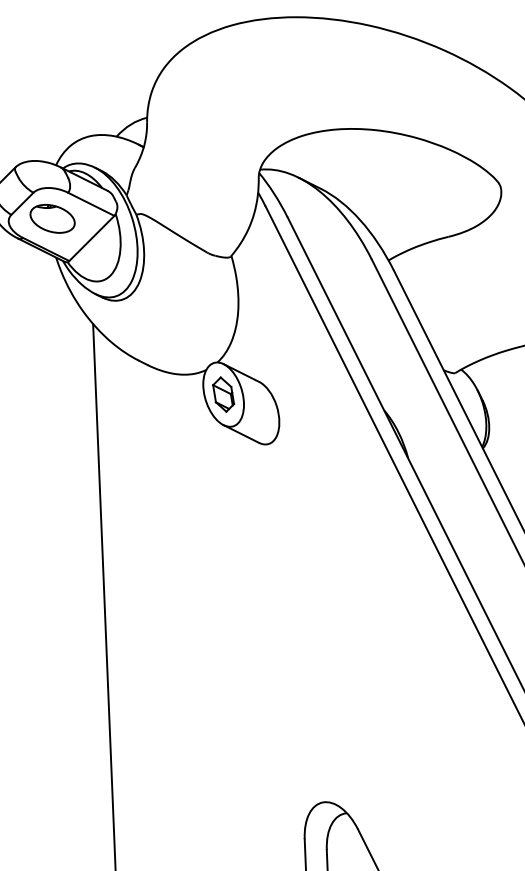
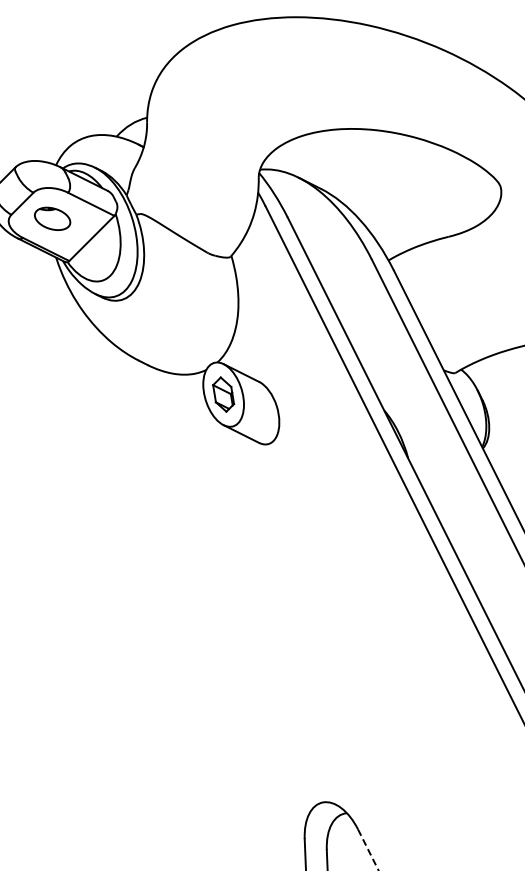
part at (52, 218) size: 47x30 px -> 38x25 px
line at (104, 595): present -> none
line at (368, 850): solid -> dashed
